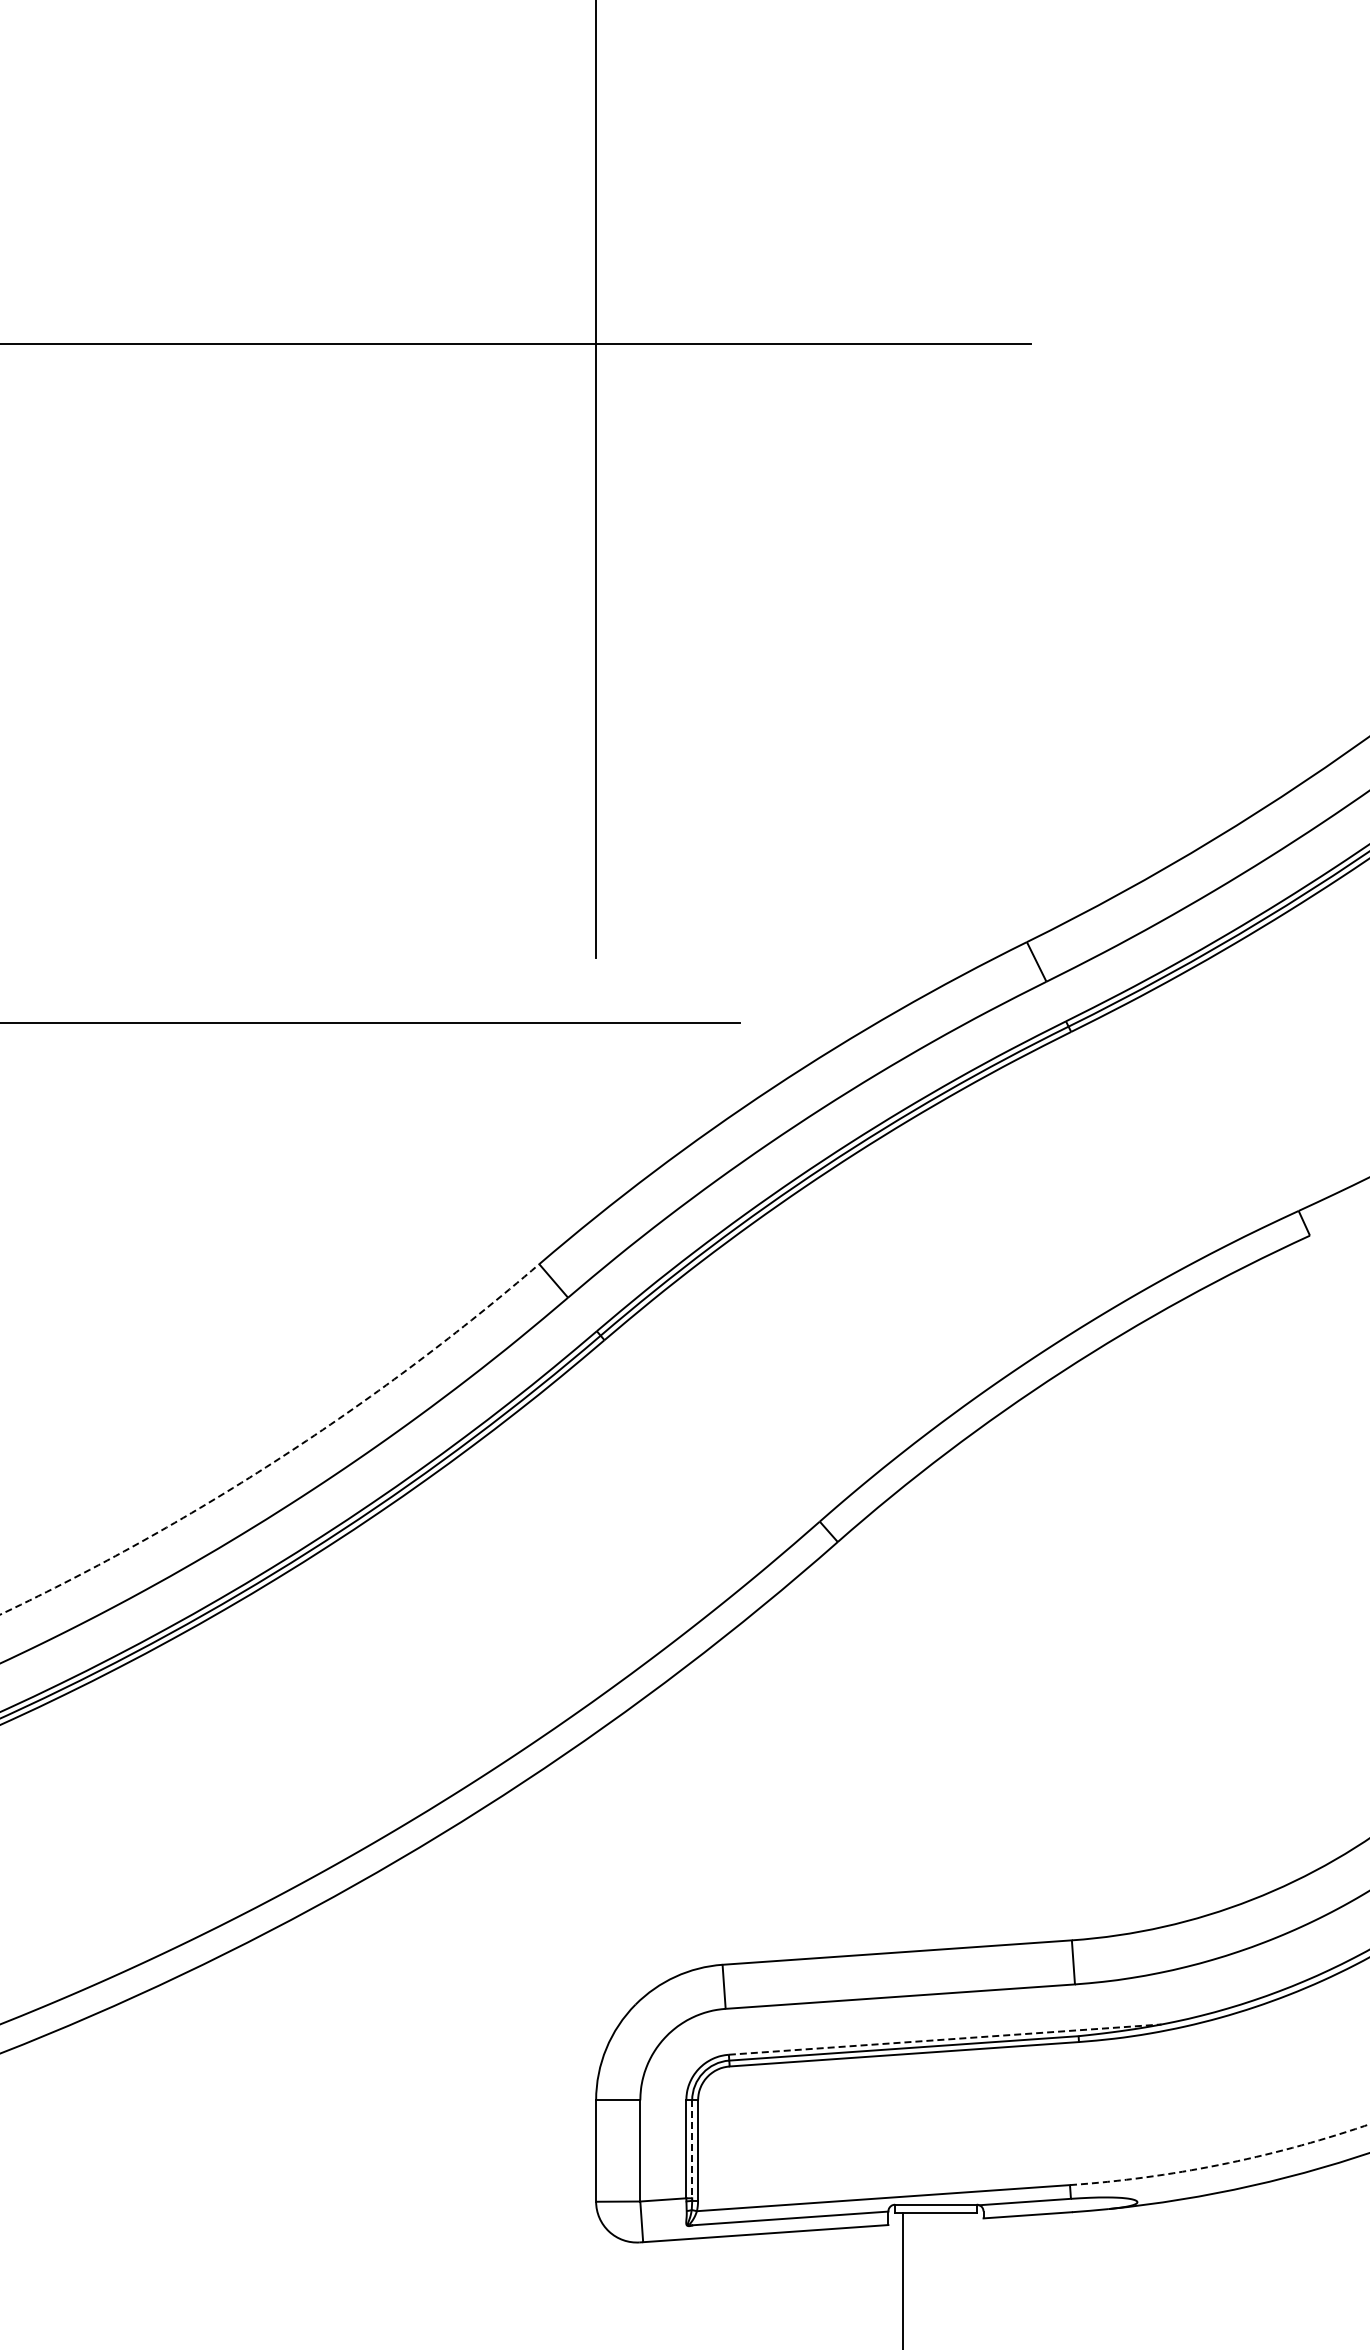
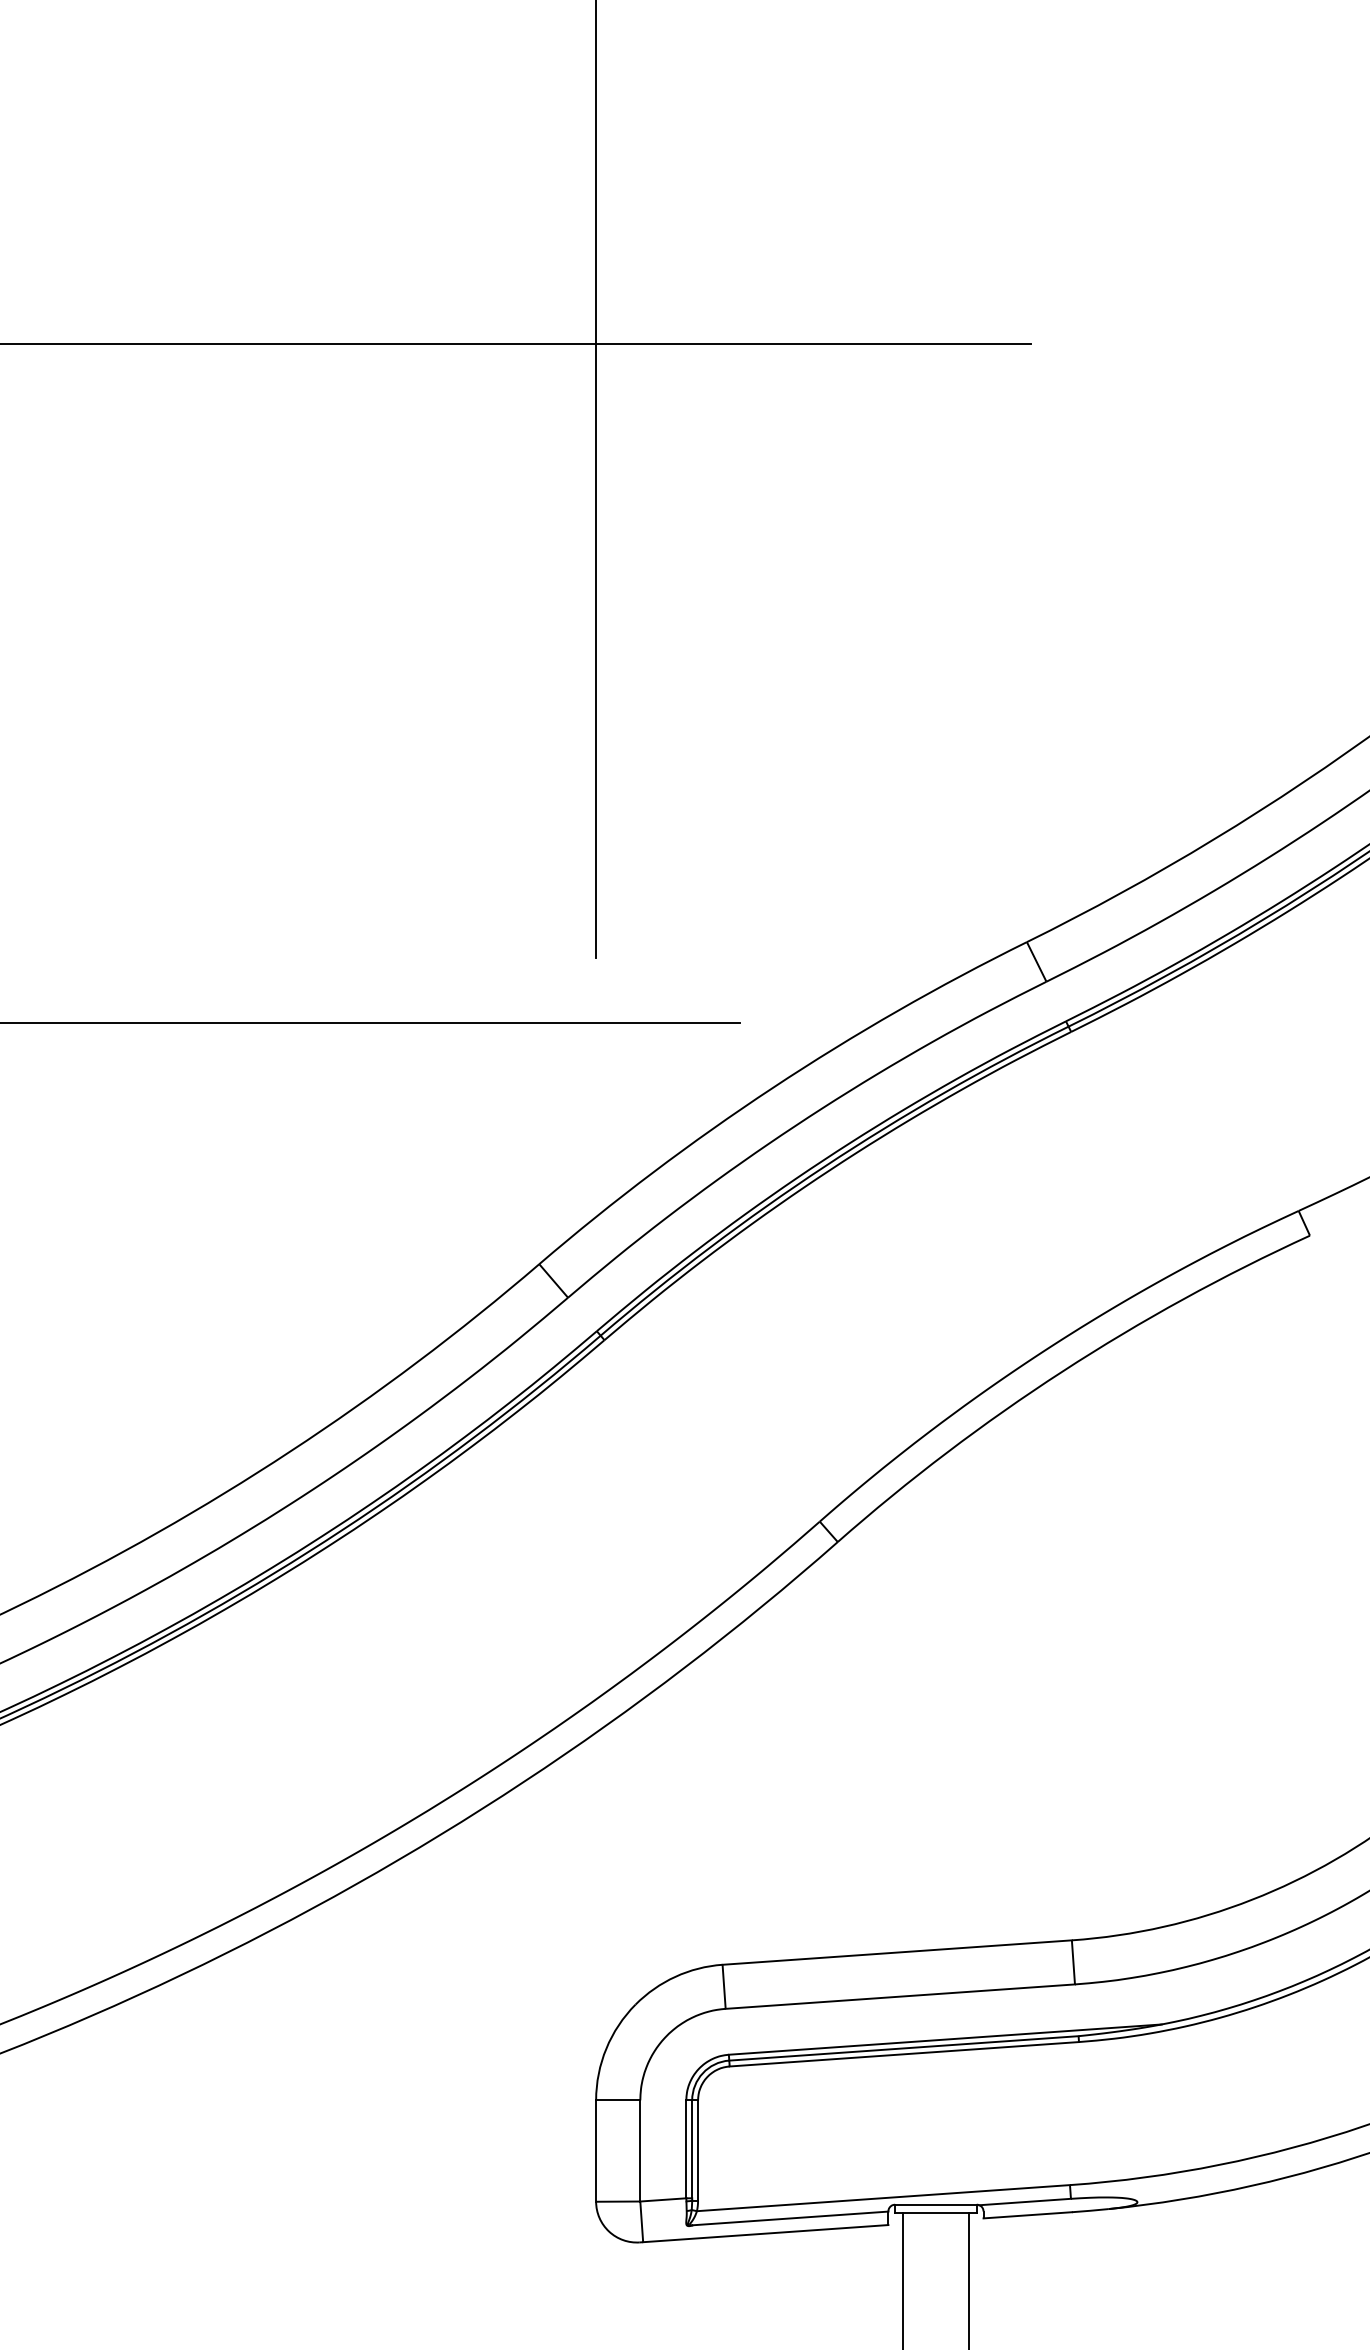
arc at (282, 1456): dashed -> solid
line at (945, 2039): dashed -> solid
line at (692, 2149): dashed -> solid
arc at (1222, 2164): dashed -> solid
line at (968, 2279): none -> present
